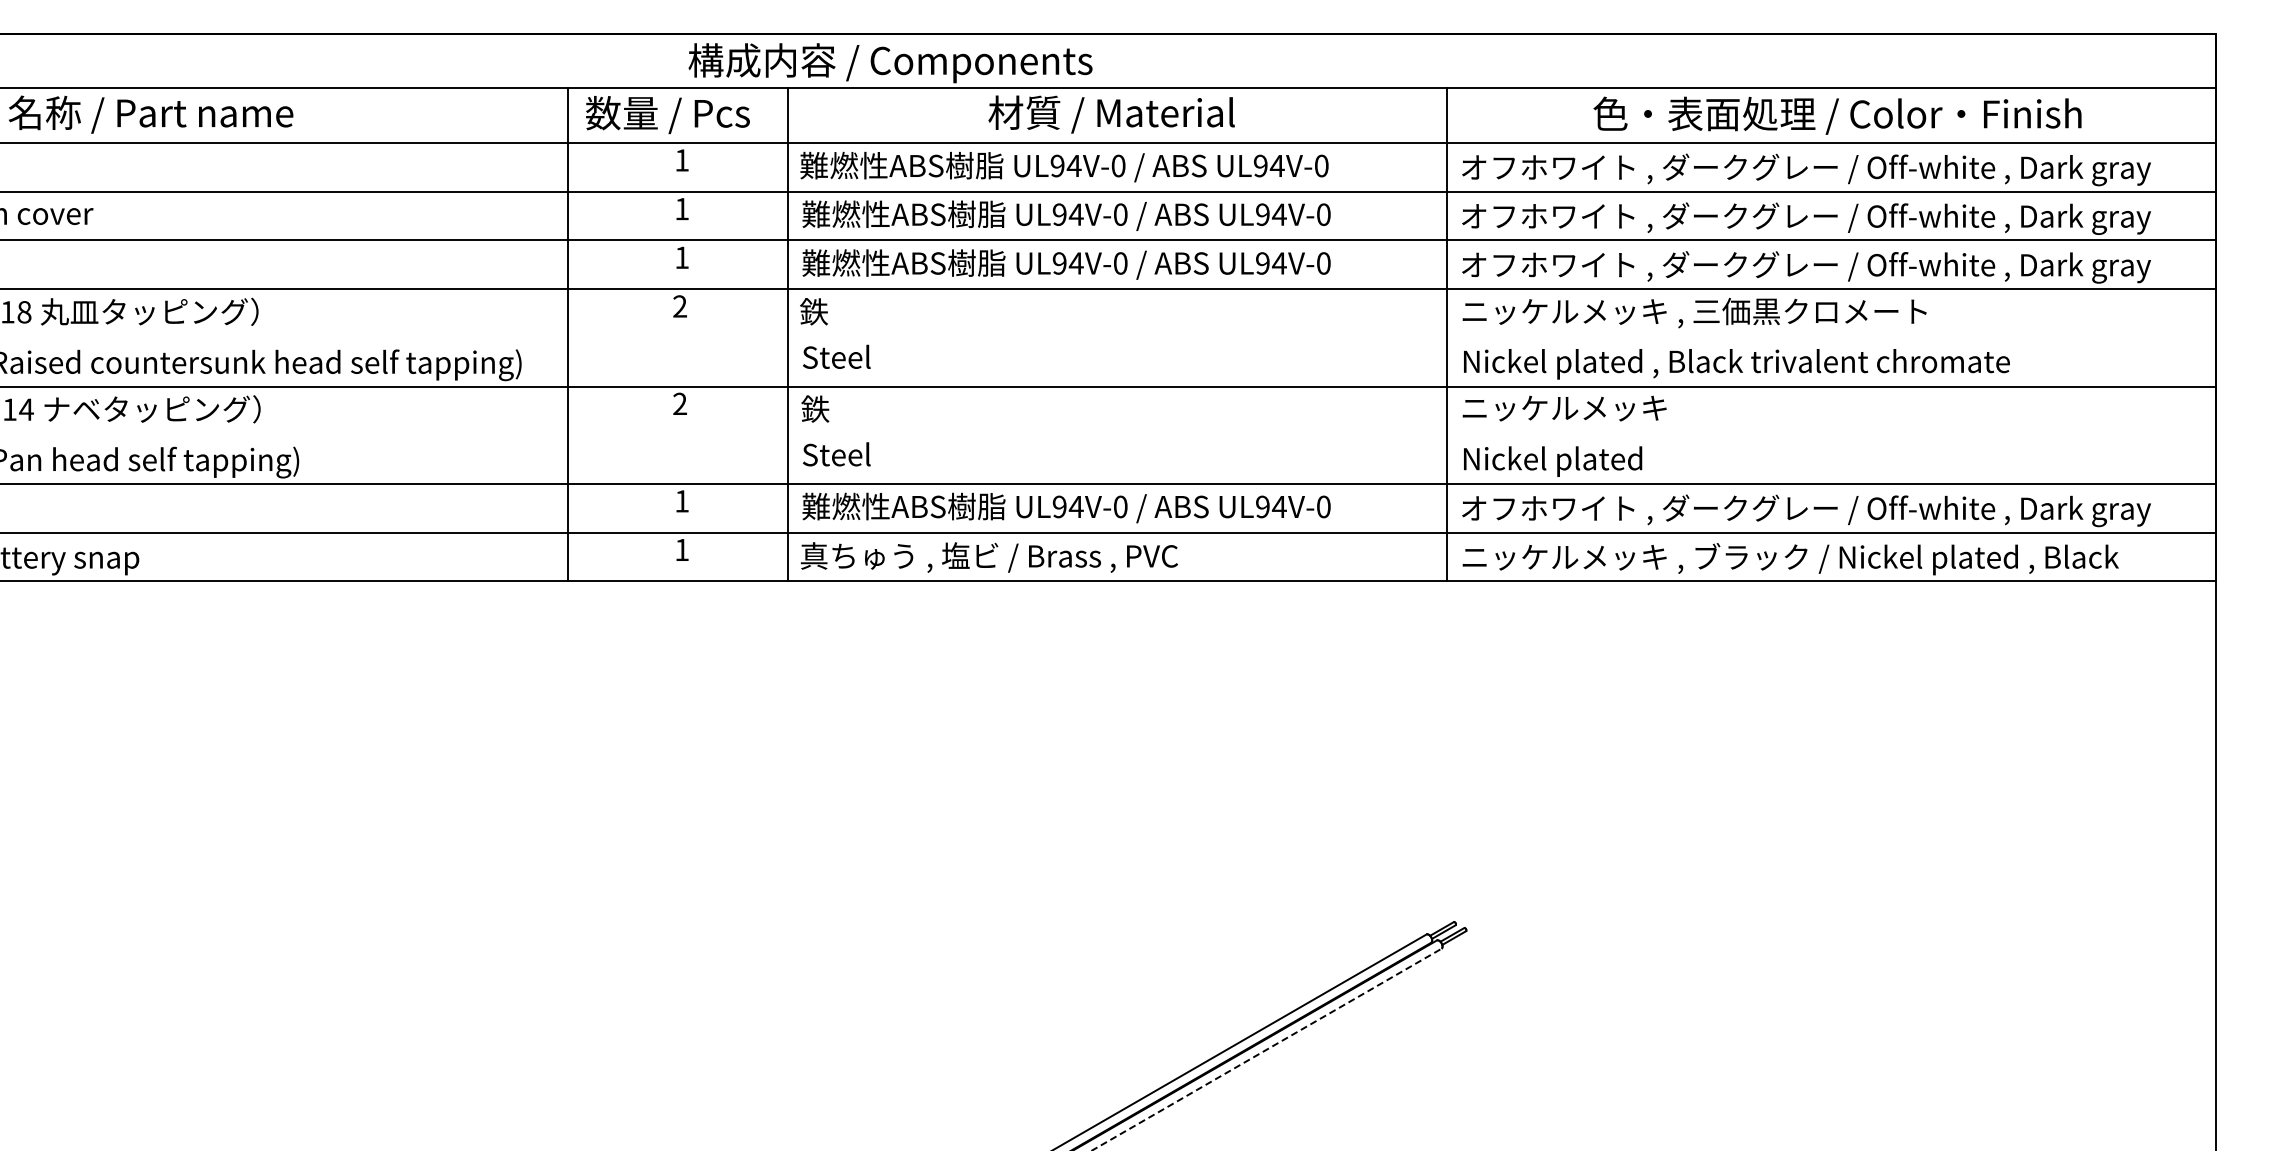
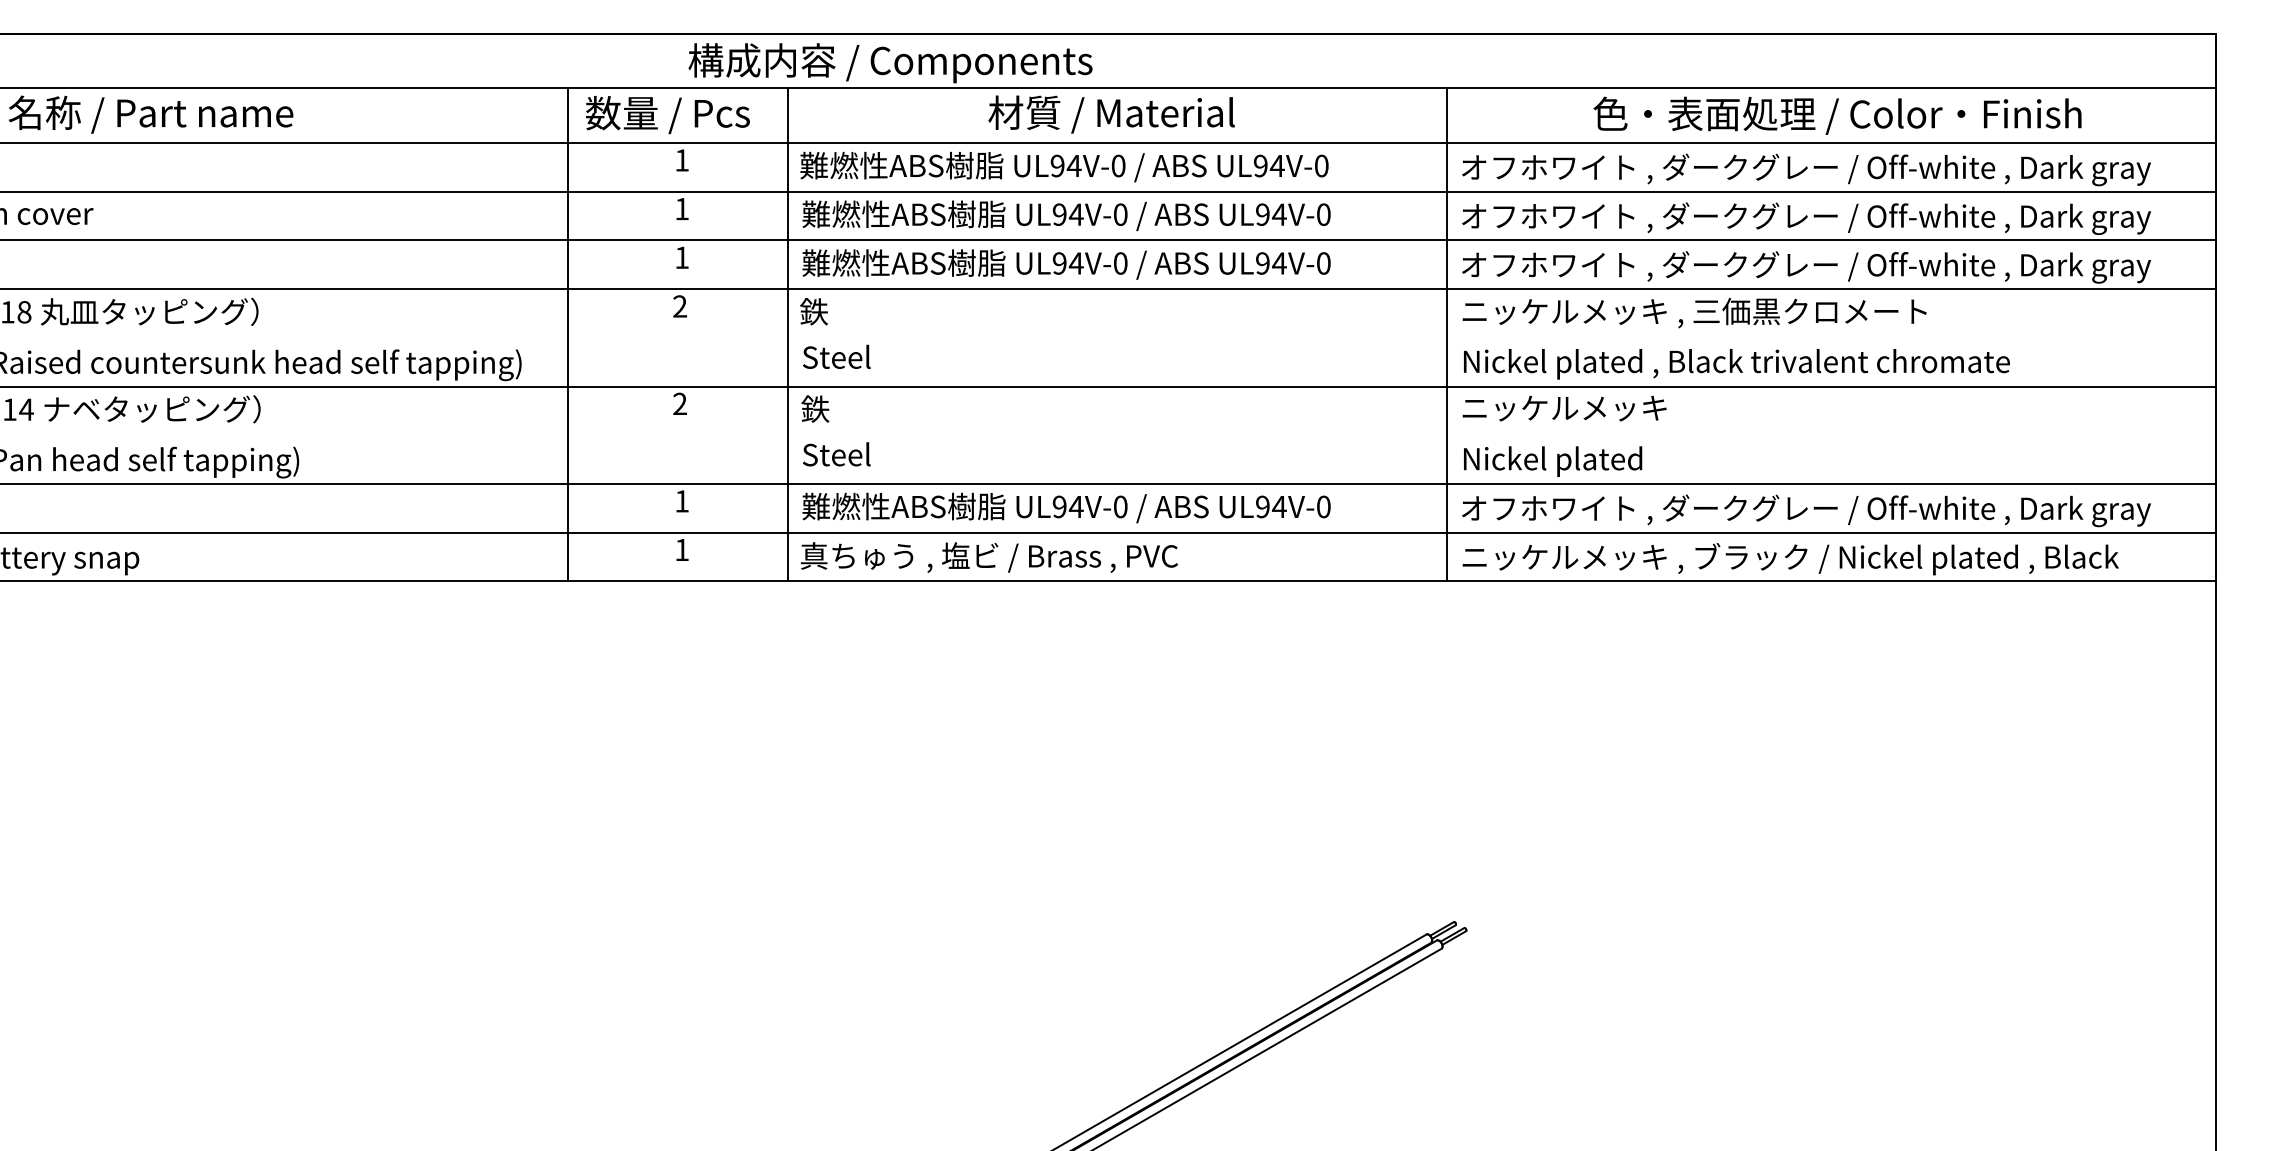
line at (1266, 1049): dashed -> solid
